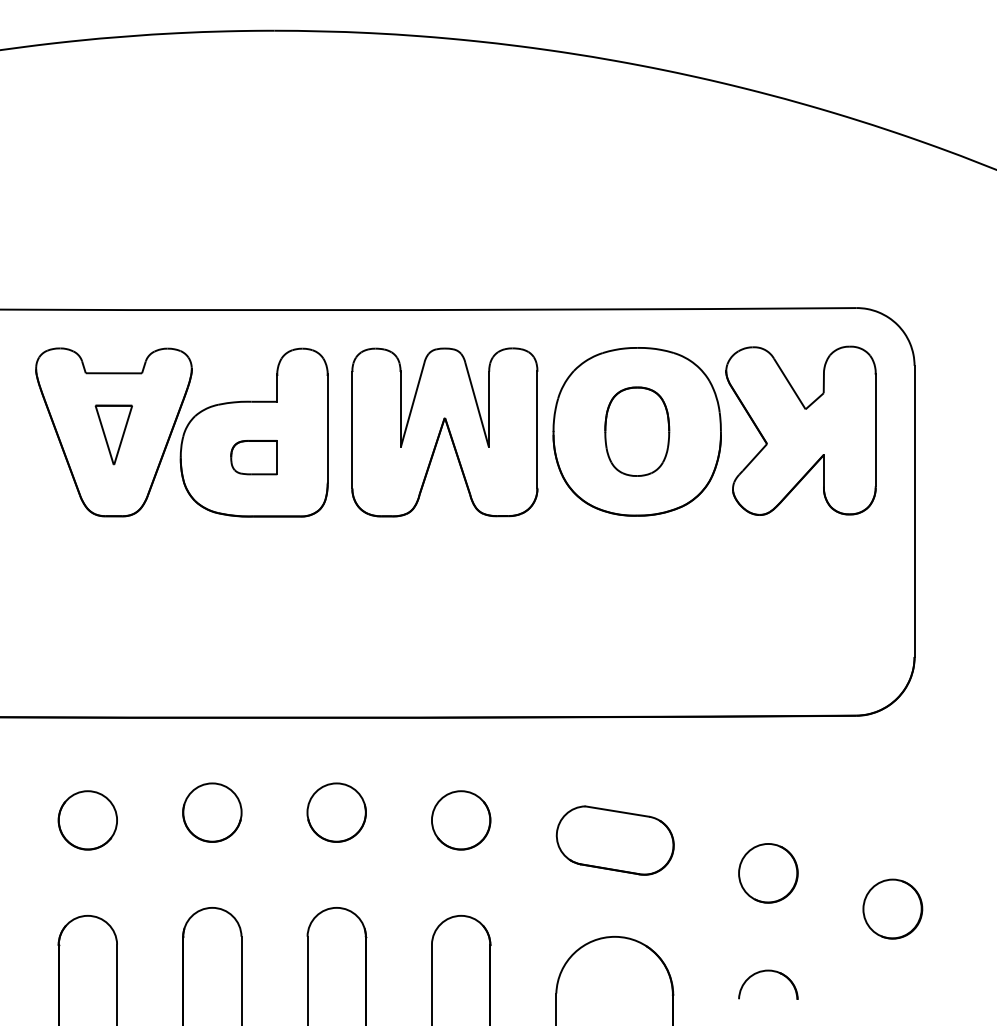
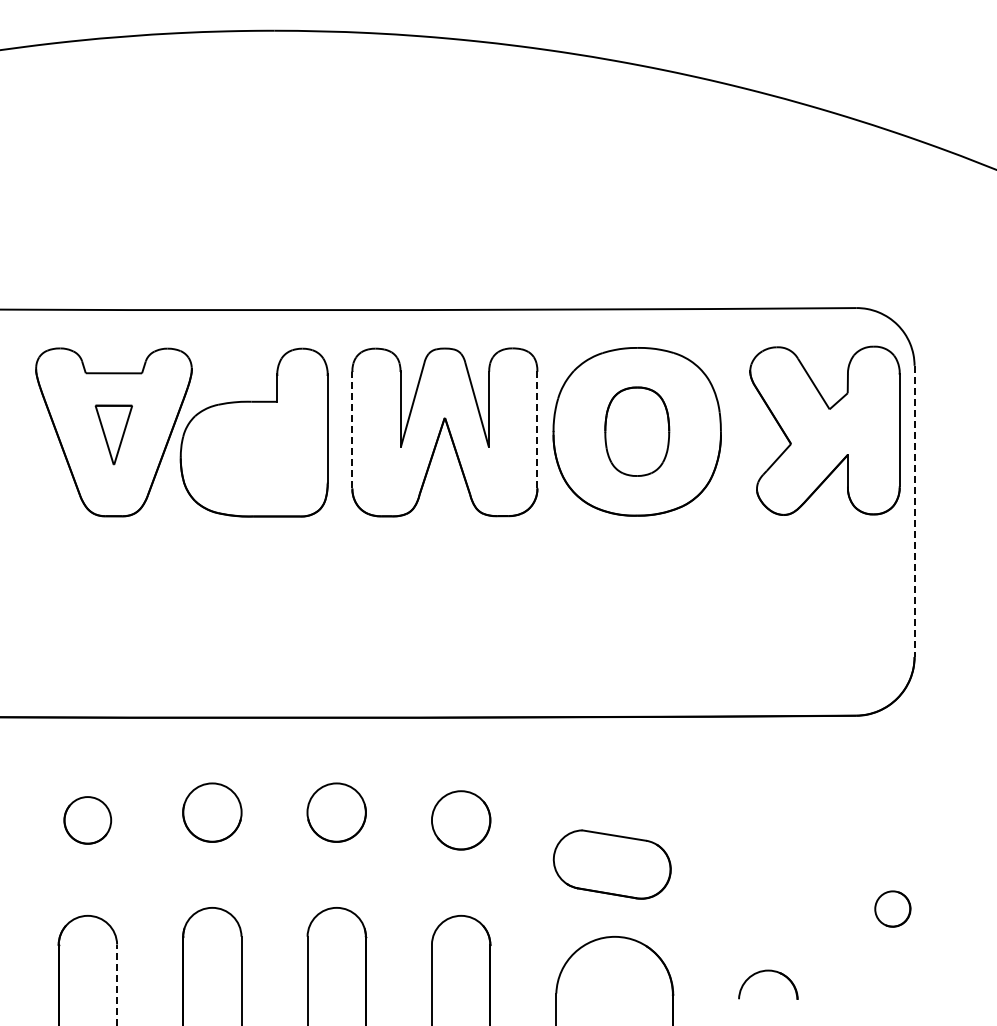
line at (352, 429): solid -> dashed
line at (537, 430): solid -> dashed
part at (800, 430) position: (800, 430) -> (824, 430)
part at (253, 457): present -> none
line at (914, 511): solid -> dashed
part at (87, 820) size: 61x61 px -> 50x49 px
part at (614, 840) position: (614, 840) -> (611, 864)
part at (768, 873): present -> none
part at (892, 908) size: 62x62 px -> 38x38 px
line at (117, 984): solid -> dashed
